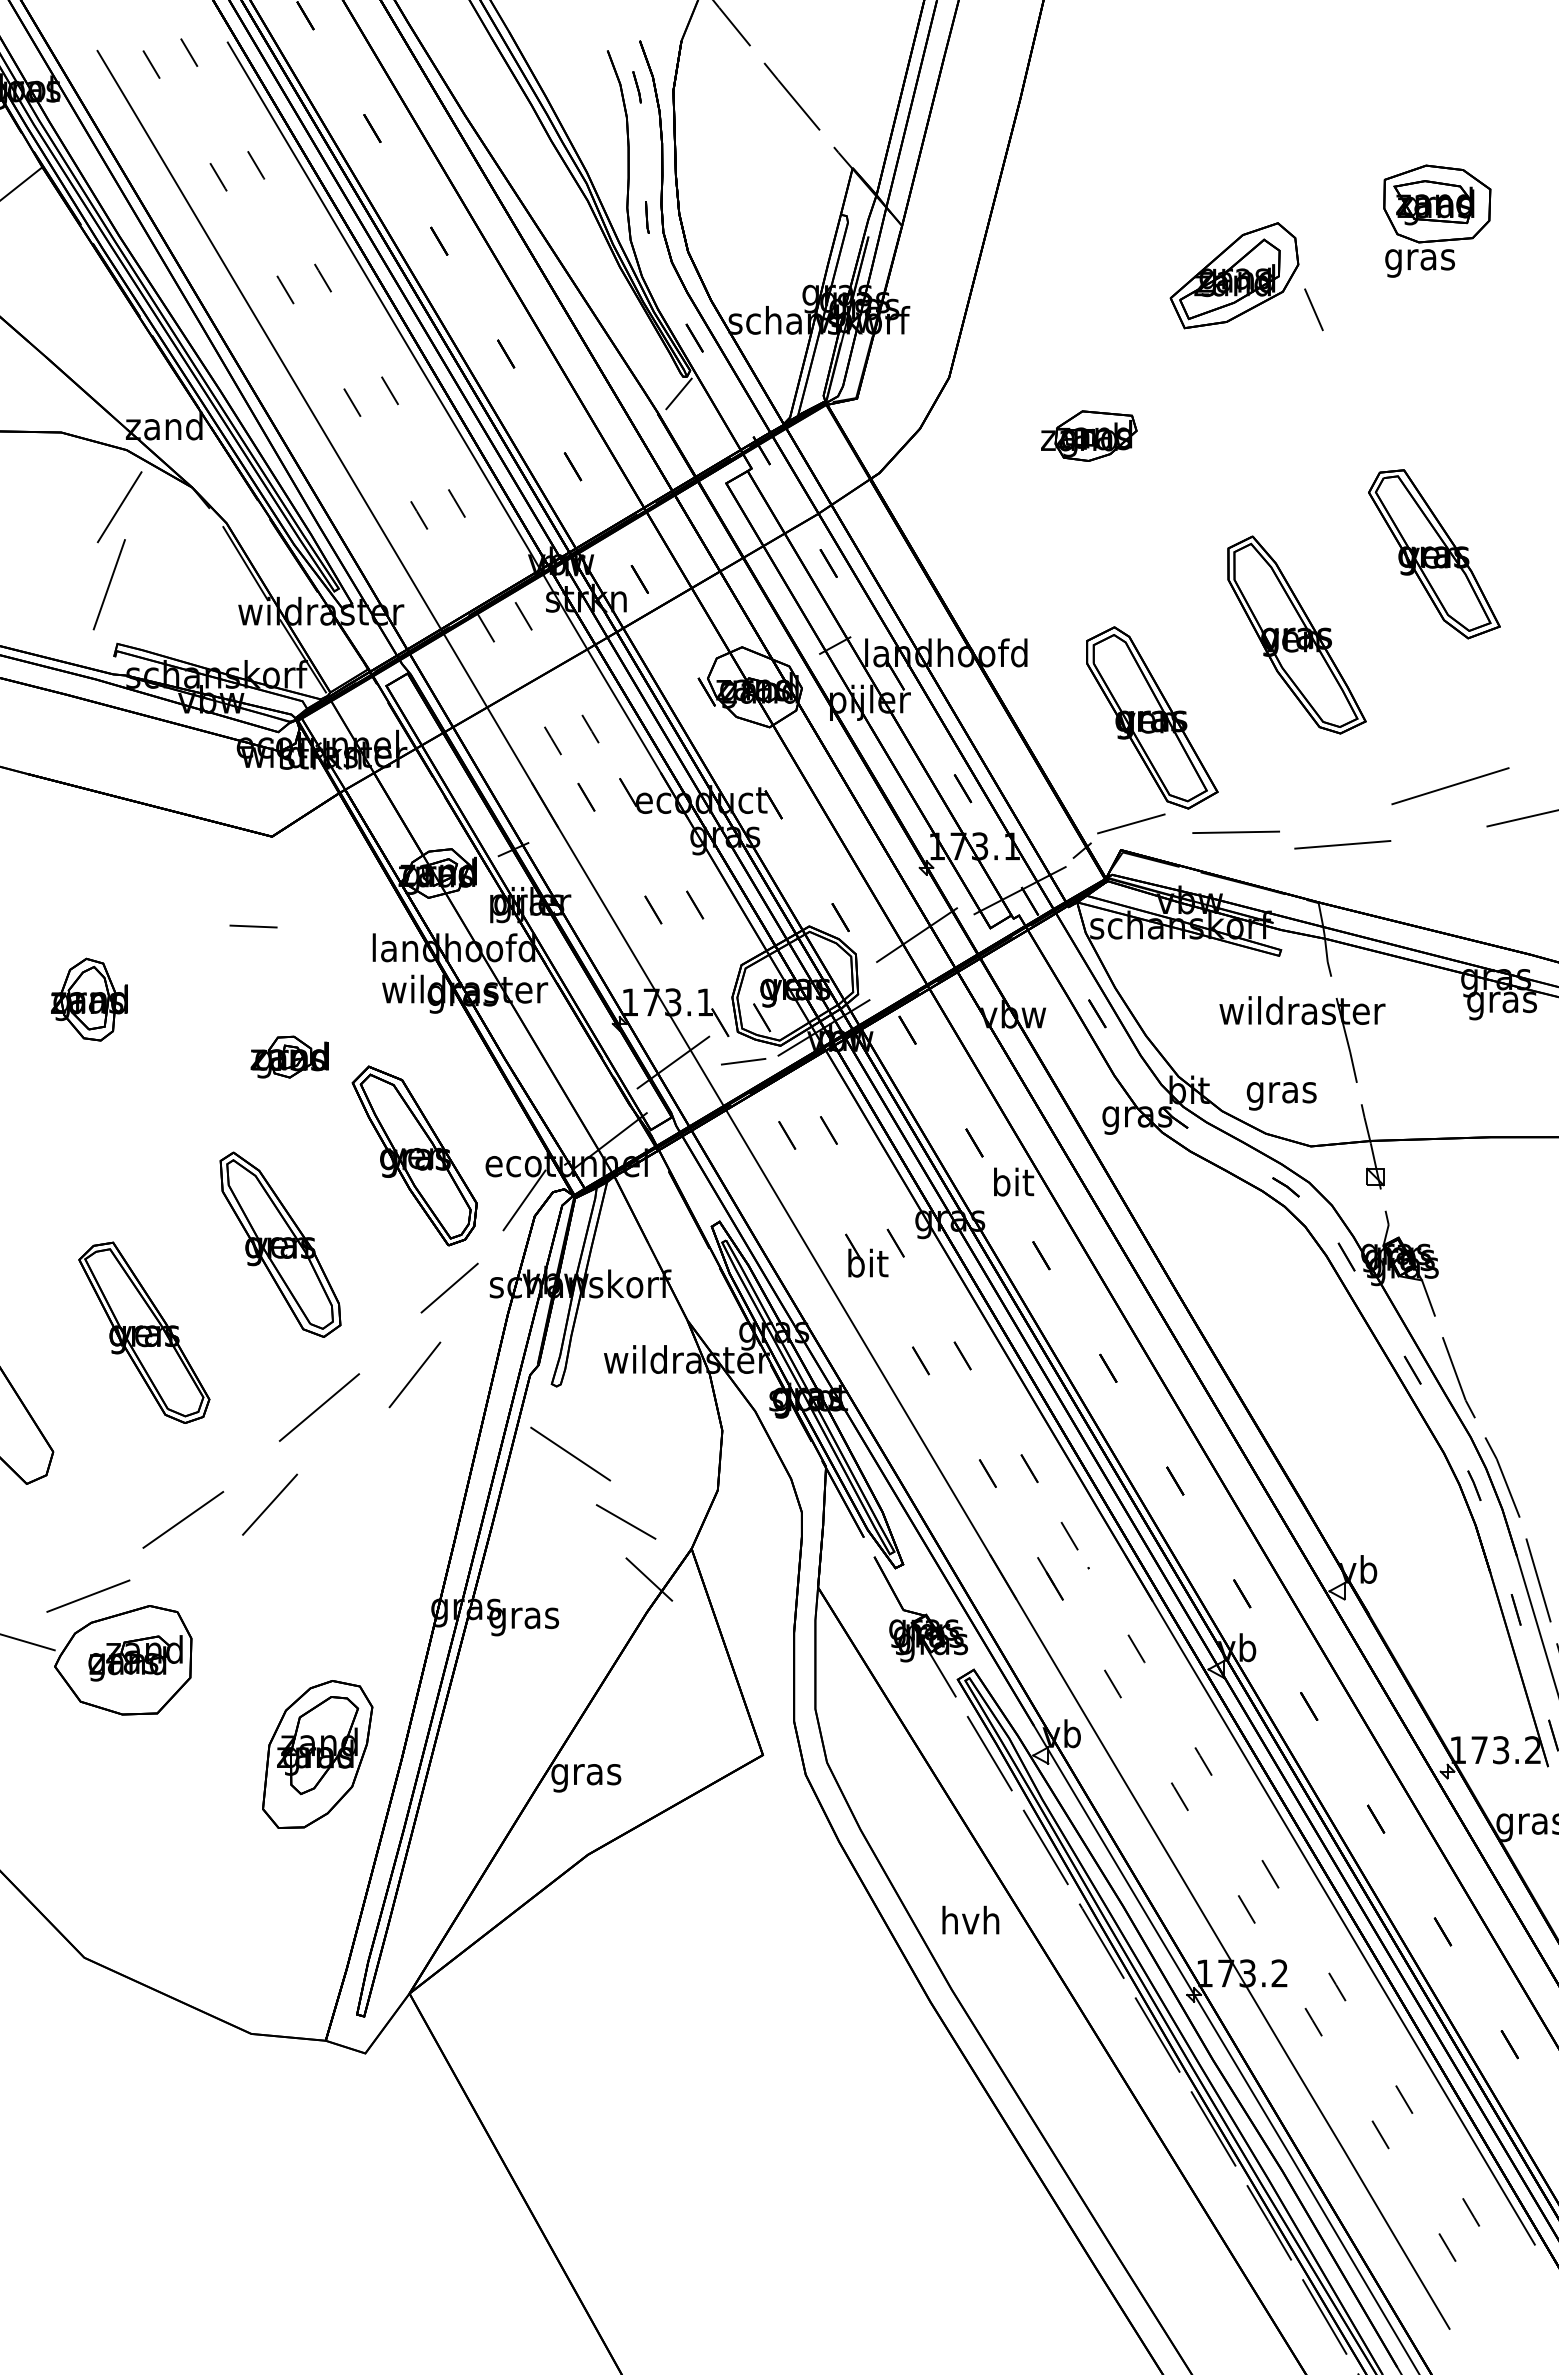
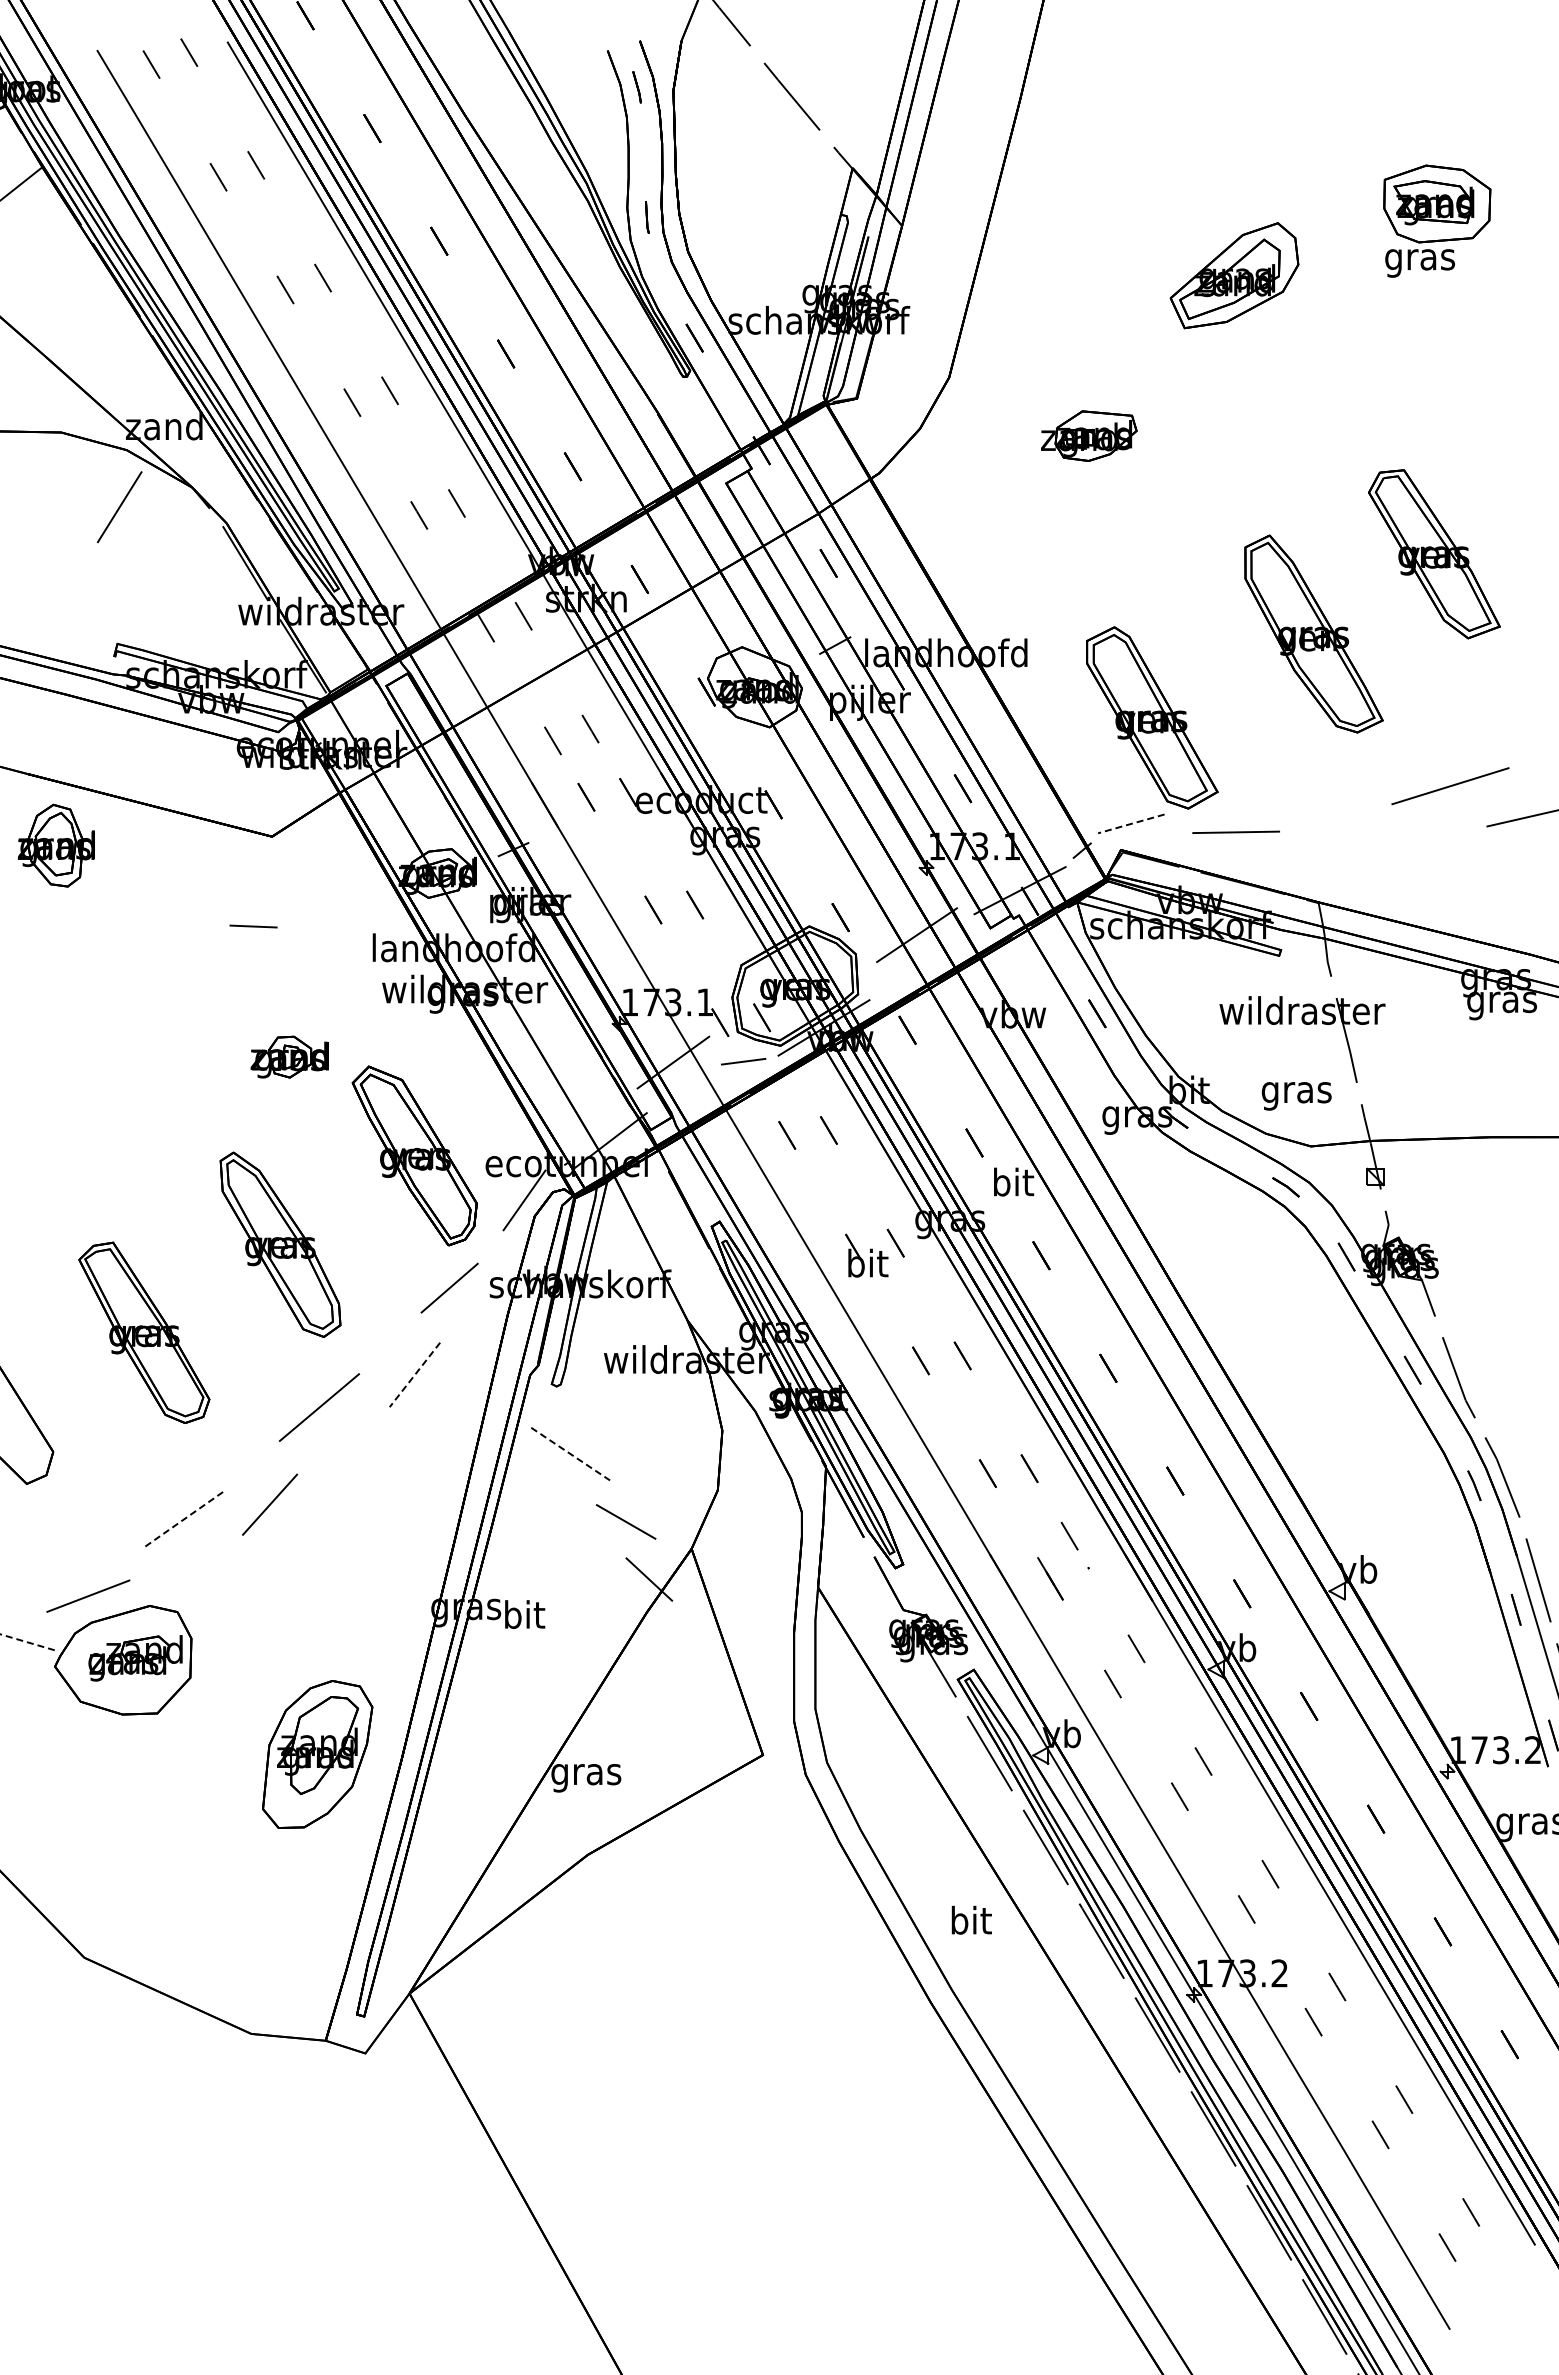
line at (1313, 309): present -> none
line at (678, 393): present -> none
line at (108, 584): present -> none
part at (1296, 634) position: (1296, 634) -> (1313, 633)
line at (1131, 823): solid -> dashed
line at (1342, 844): present -> none
part at (89, 999) position: (89, 999) -> (56, 845)
text at (1281, 1096) position: (1281, 1096) -> (1296, 1096)
line at (414, 1374): solid -> dashed
line at (571, 1454): solid -> dashed
line at (183, 1519): solid -> dashed
text at (524, 1618): gras -> bit
line at (27, 1642): solid -> dashed
text at (970, 1919): hvh -> bit
